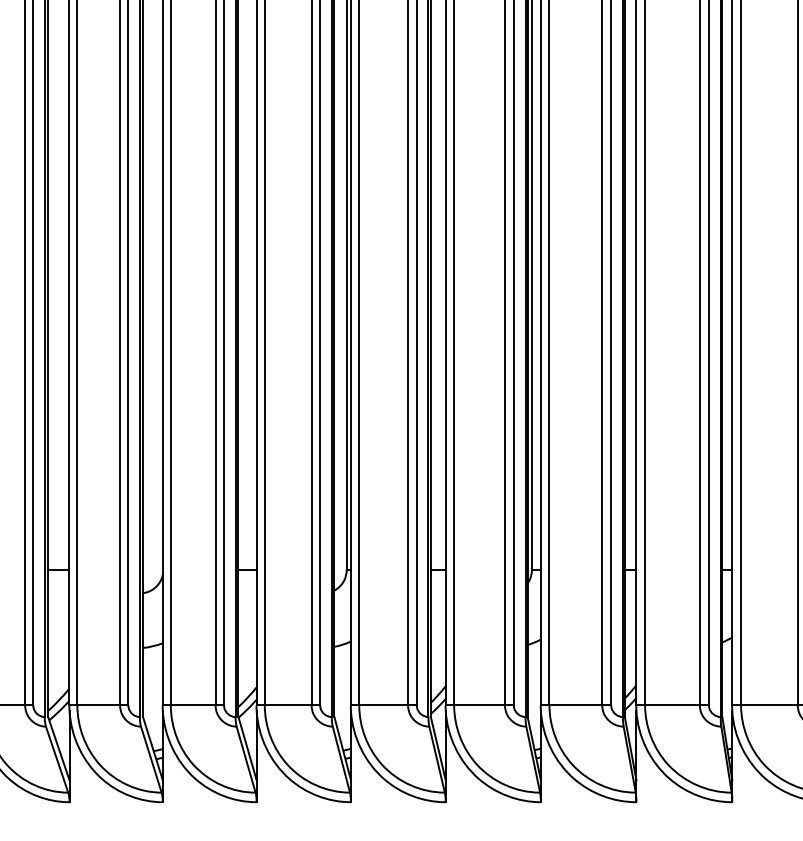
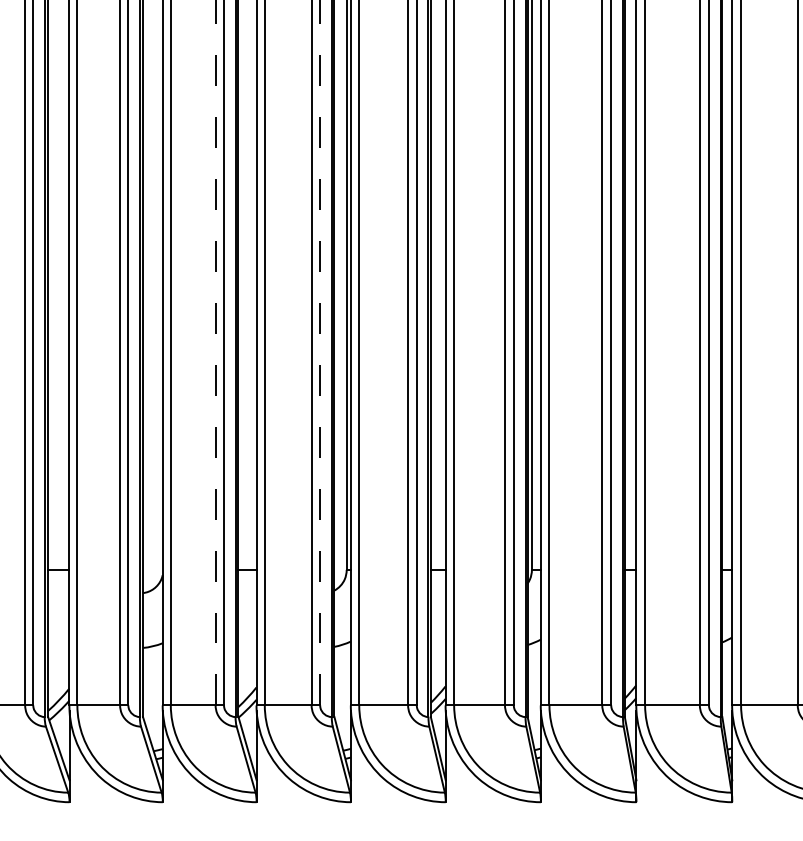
line at (215, 352): solid -> dashed
line at (320, 352): solid -> dashed
